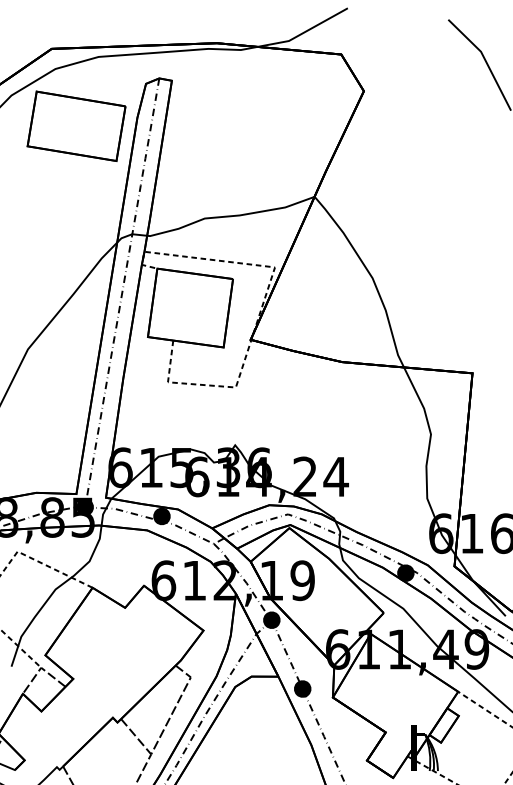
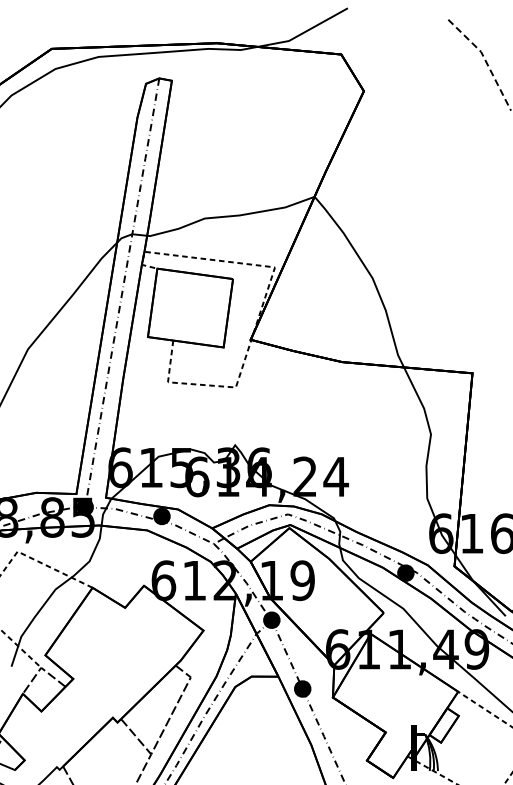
line at (485, 60): solid -> dashed
part at (76, 125): present -> none
